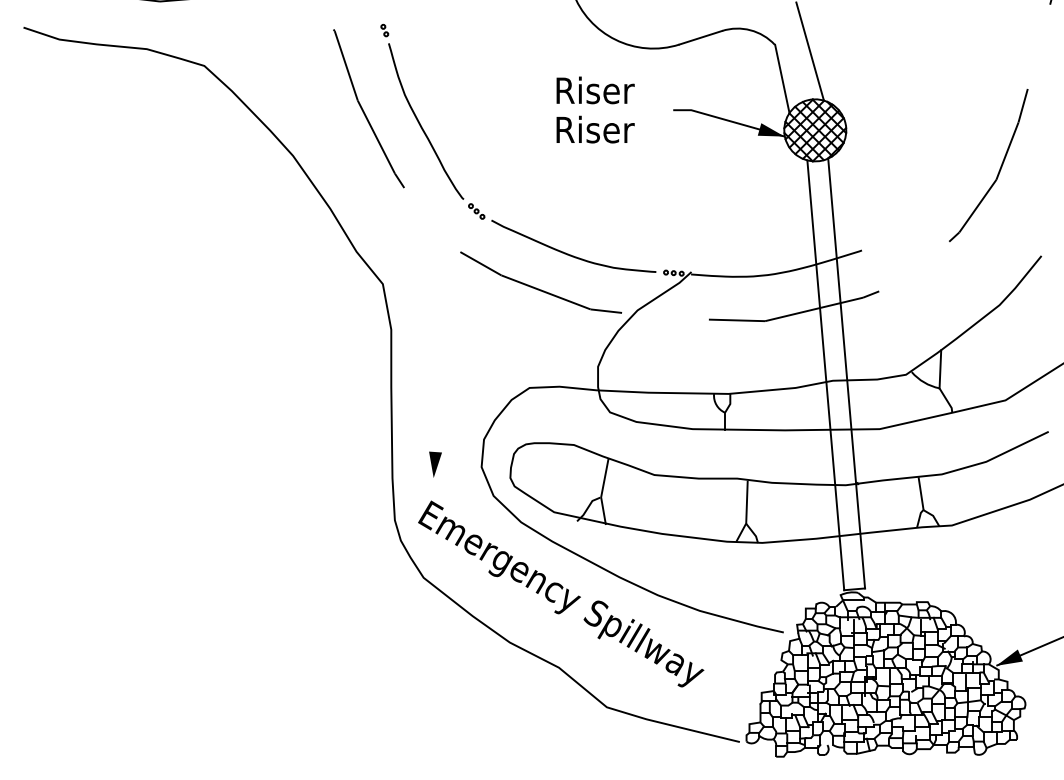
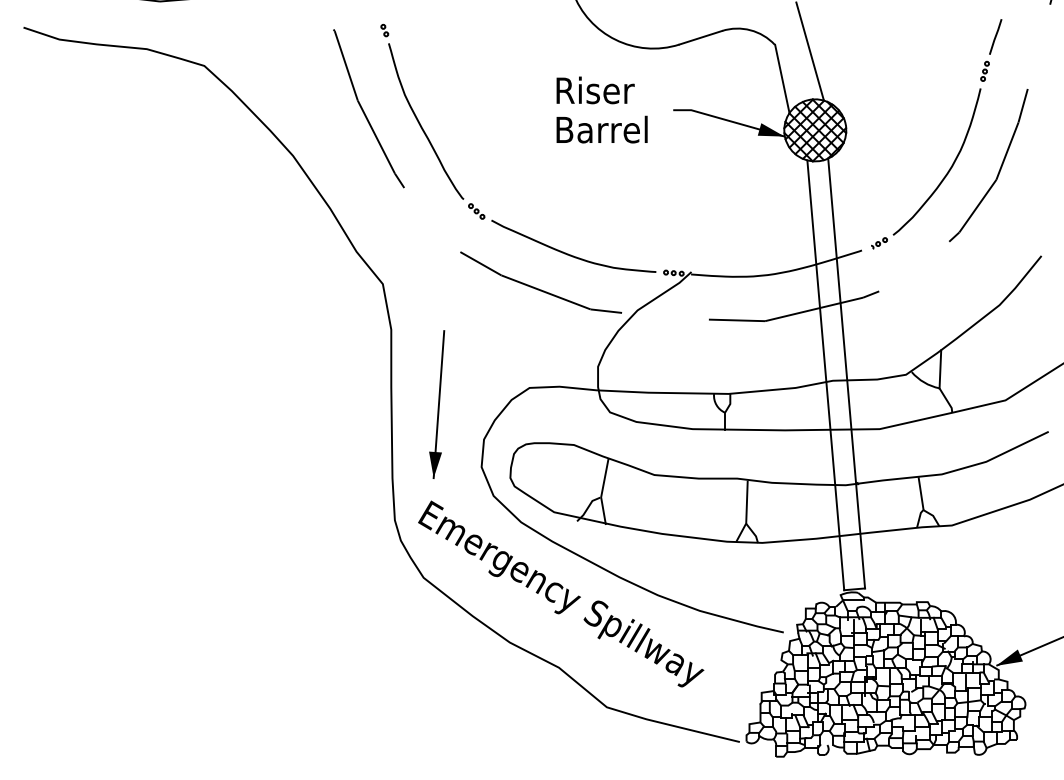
text at (603, 129): Riser -> Barrel
part at (960, 147): none -> present
line at (438, 404): none -> present
